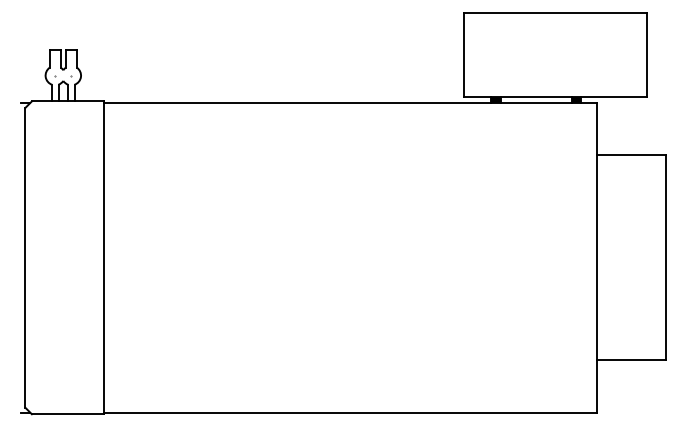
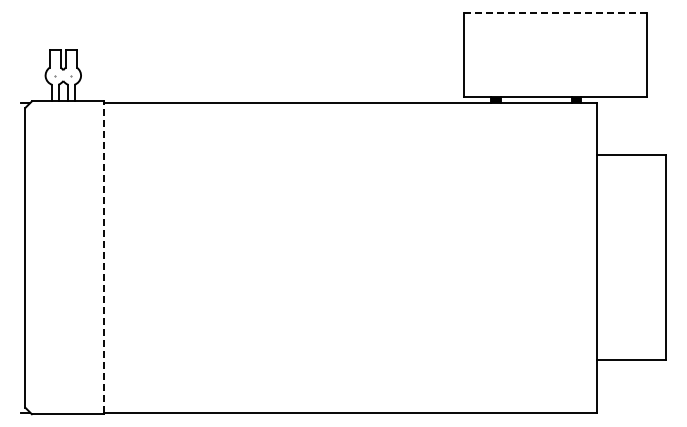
line at (555, 12): solid -> dashed
line at (103, 257): solid -> dashed
